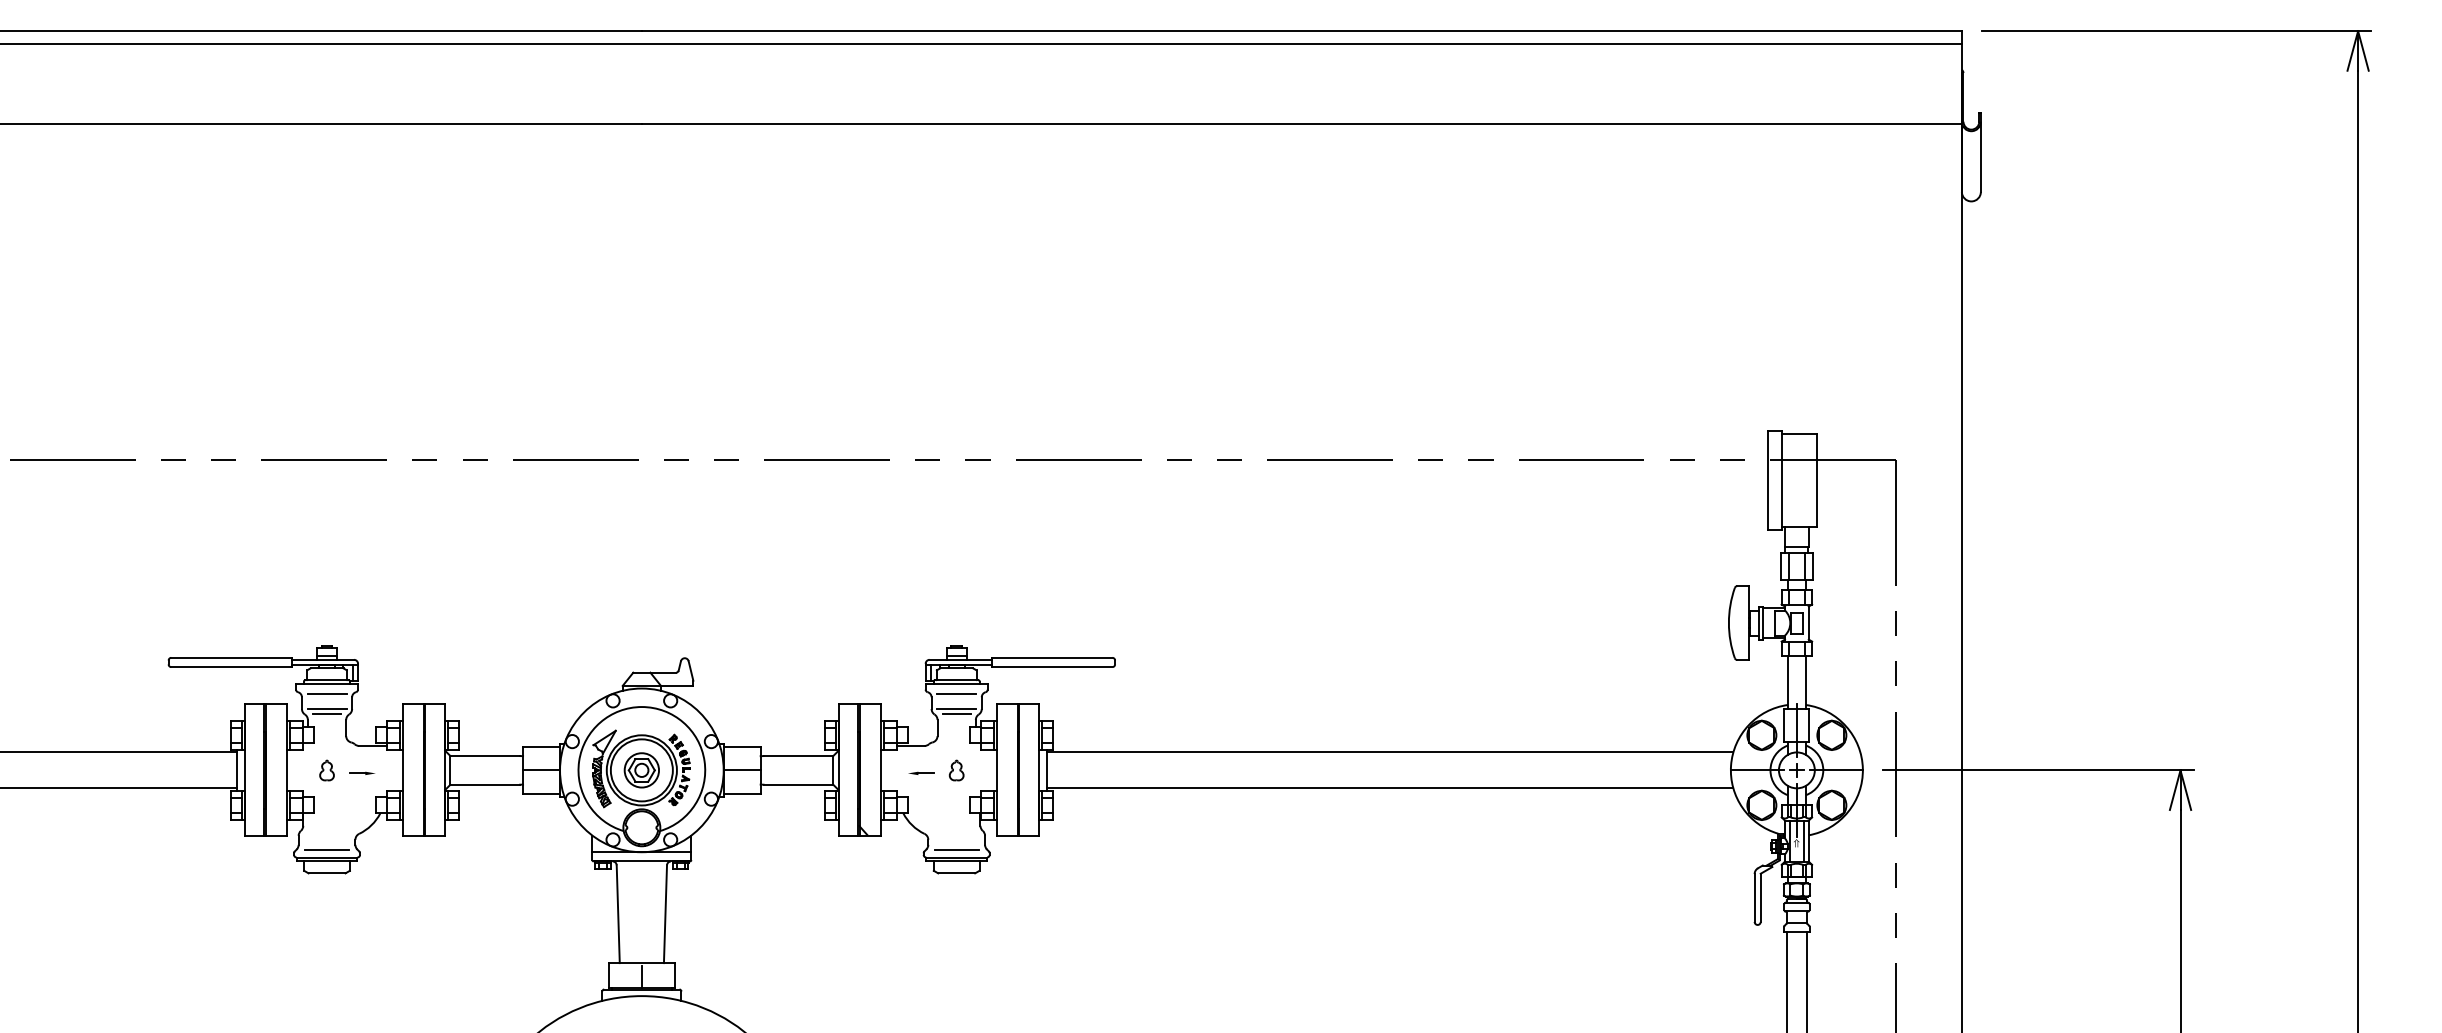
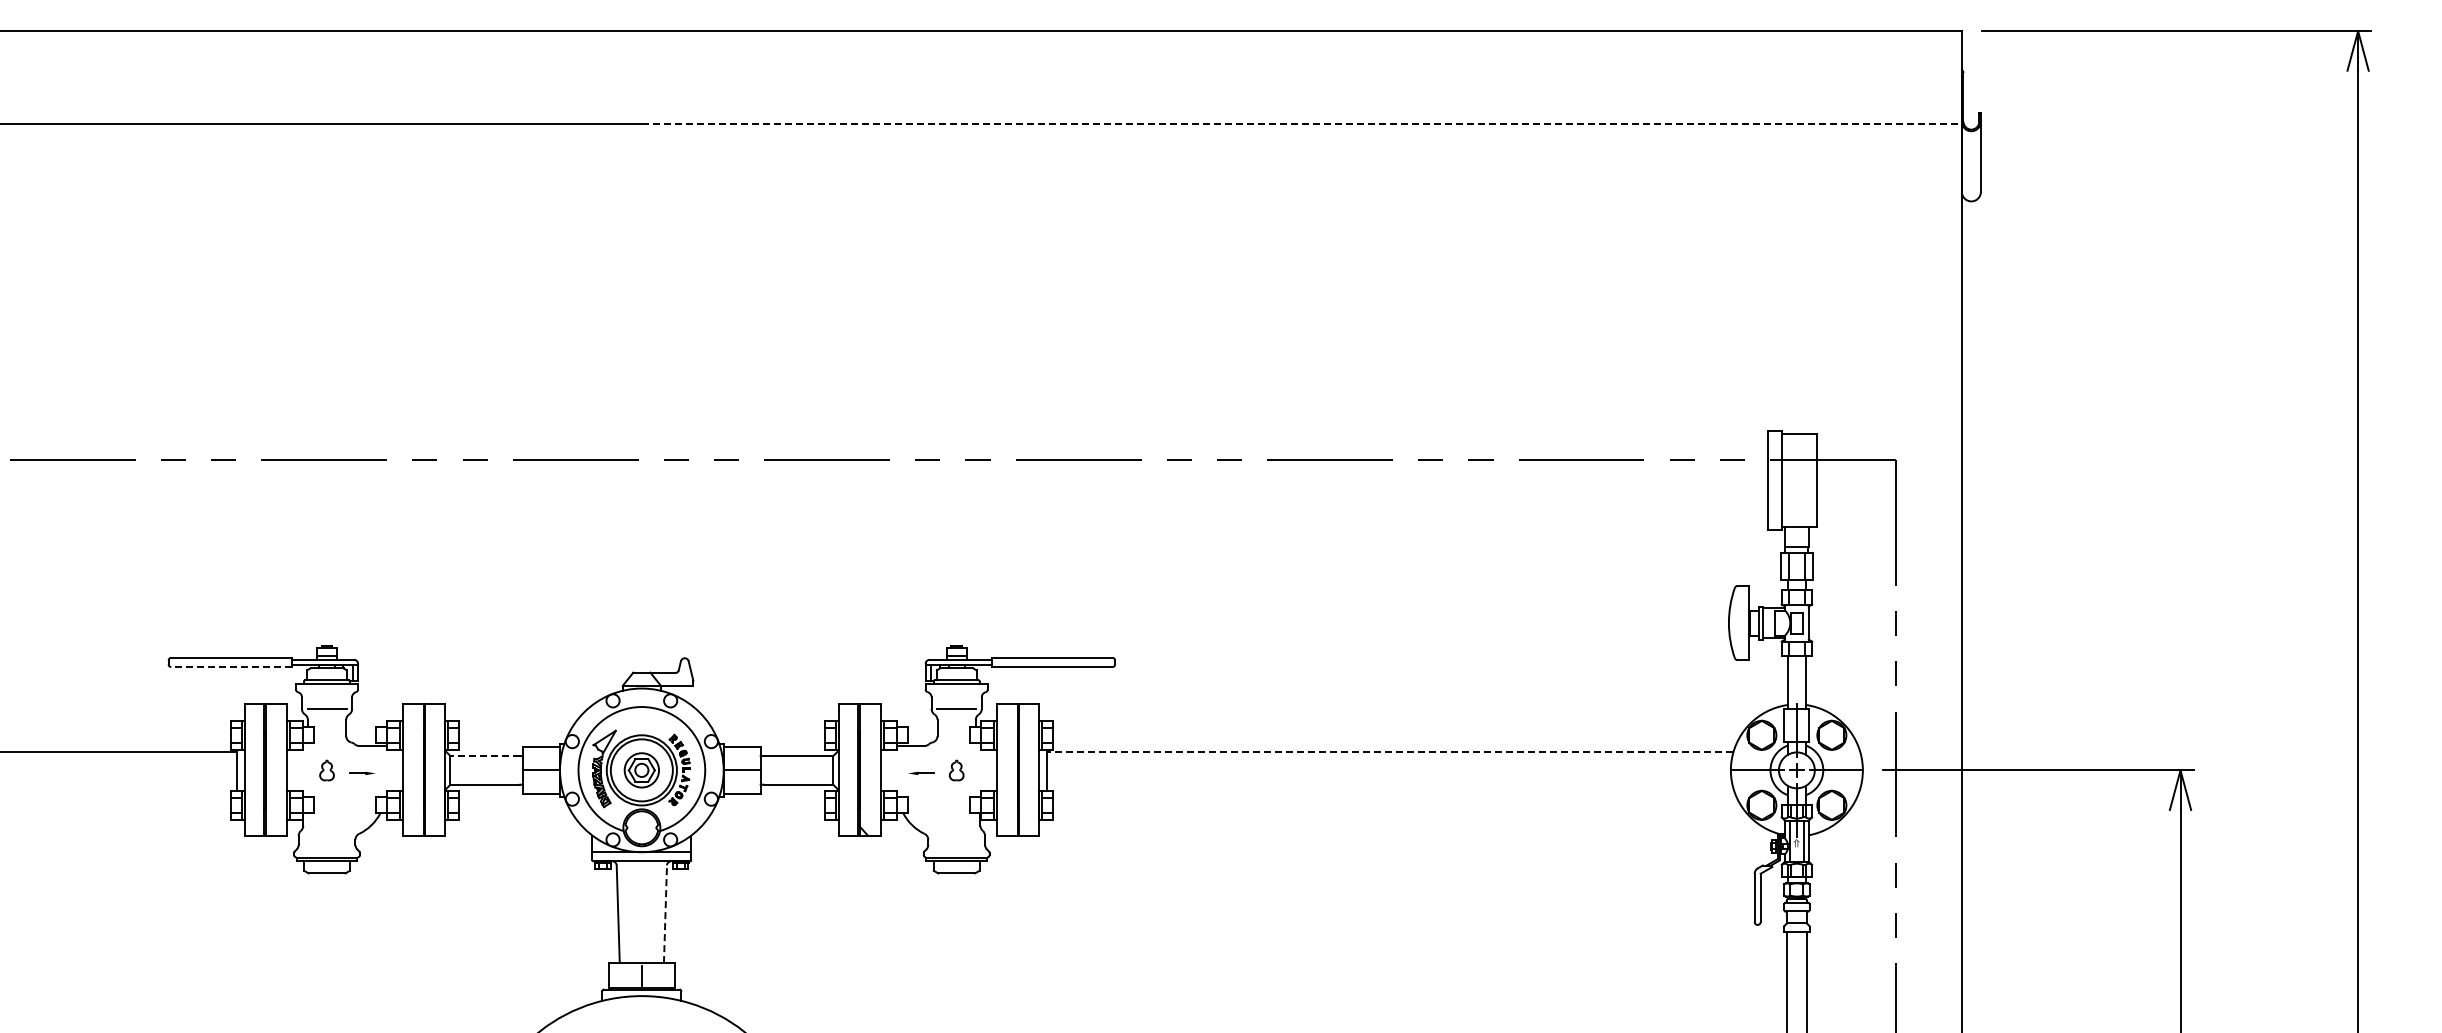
line at (981, 44): present -> none
line at (1302, 123): solid -> dashed
line at (231, 667): solid -> dashed
line at (326, 694): present -> none
line at (956, 694): present -> none
line at (326, 714): present -> none
line at (956, 714): present -> none
line at (1389, 752): solid -> dashed
line at (485, 756): solid -> dashed
line at (119, 788): present -> none
line at (1390, 788): present -> none
line at (326, 849): present -> none
line at (956, 849): present -> none
line at (665, 914): solid -> dashed
